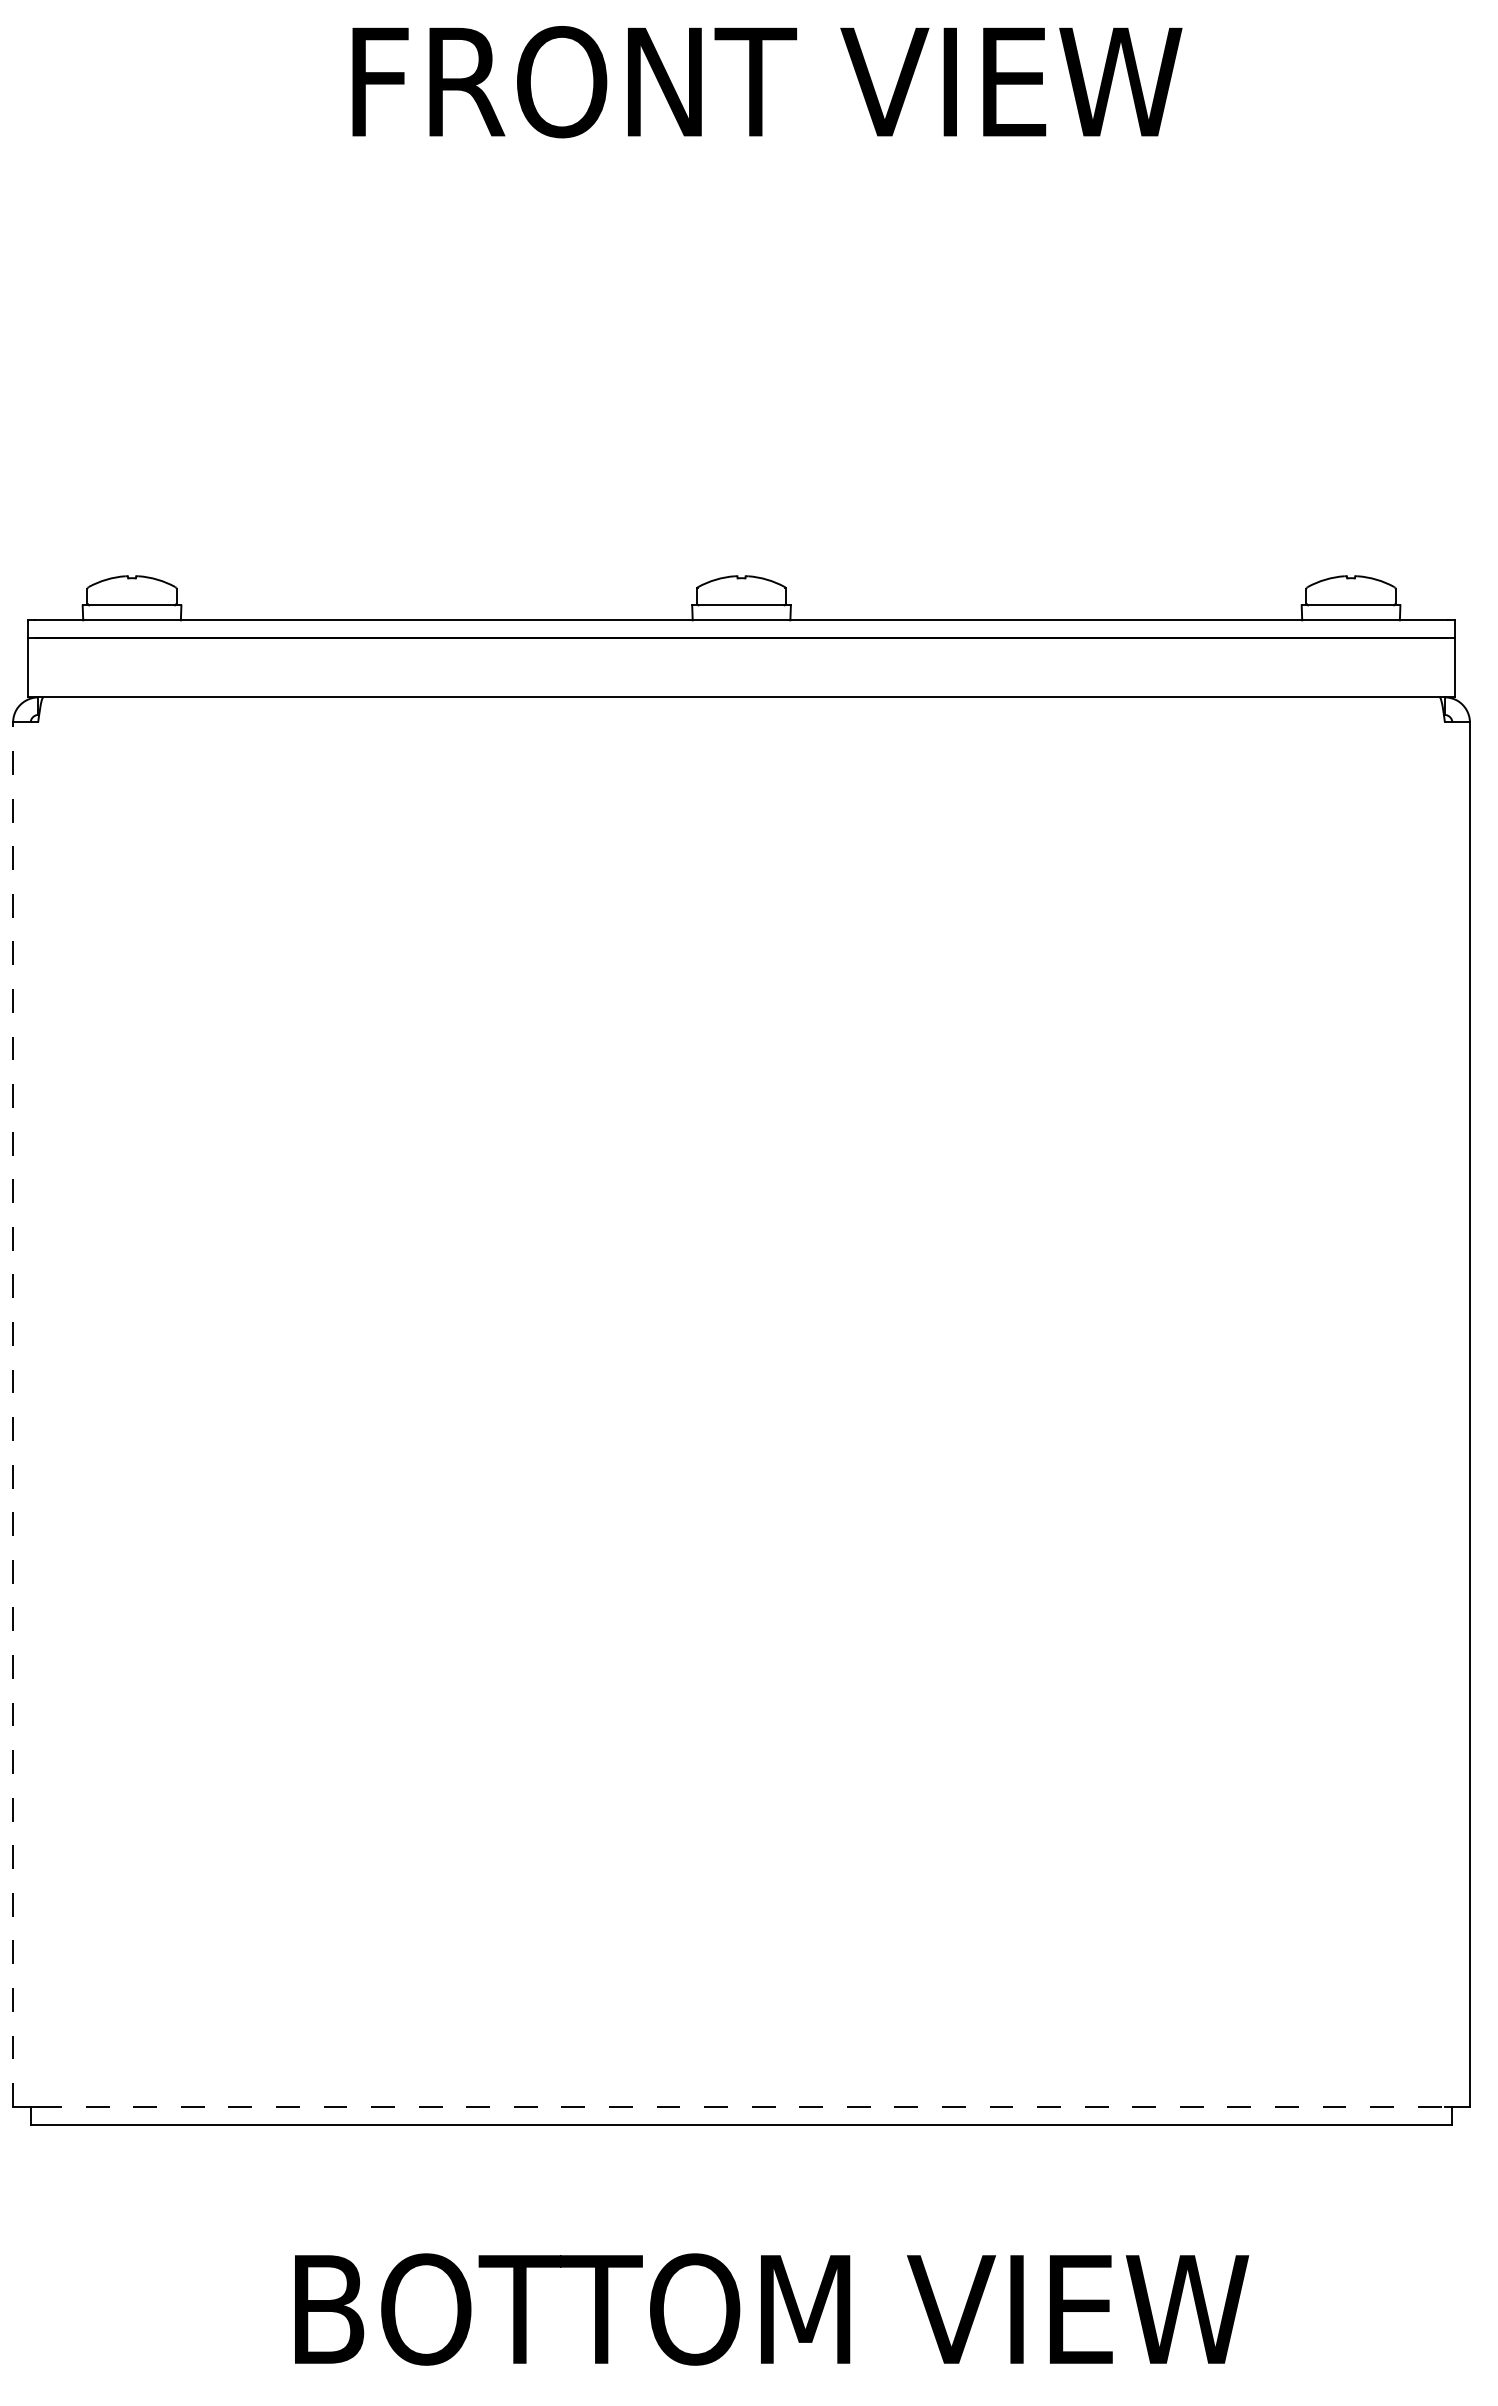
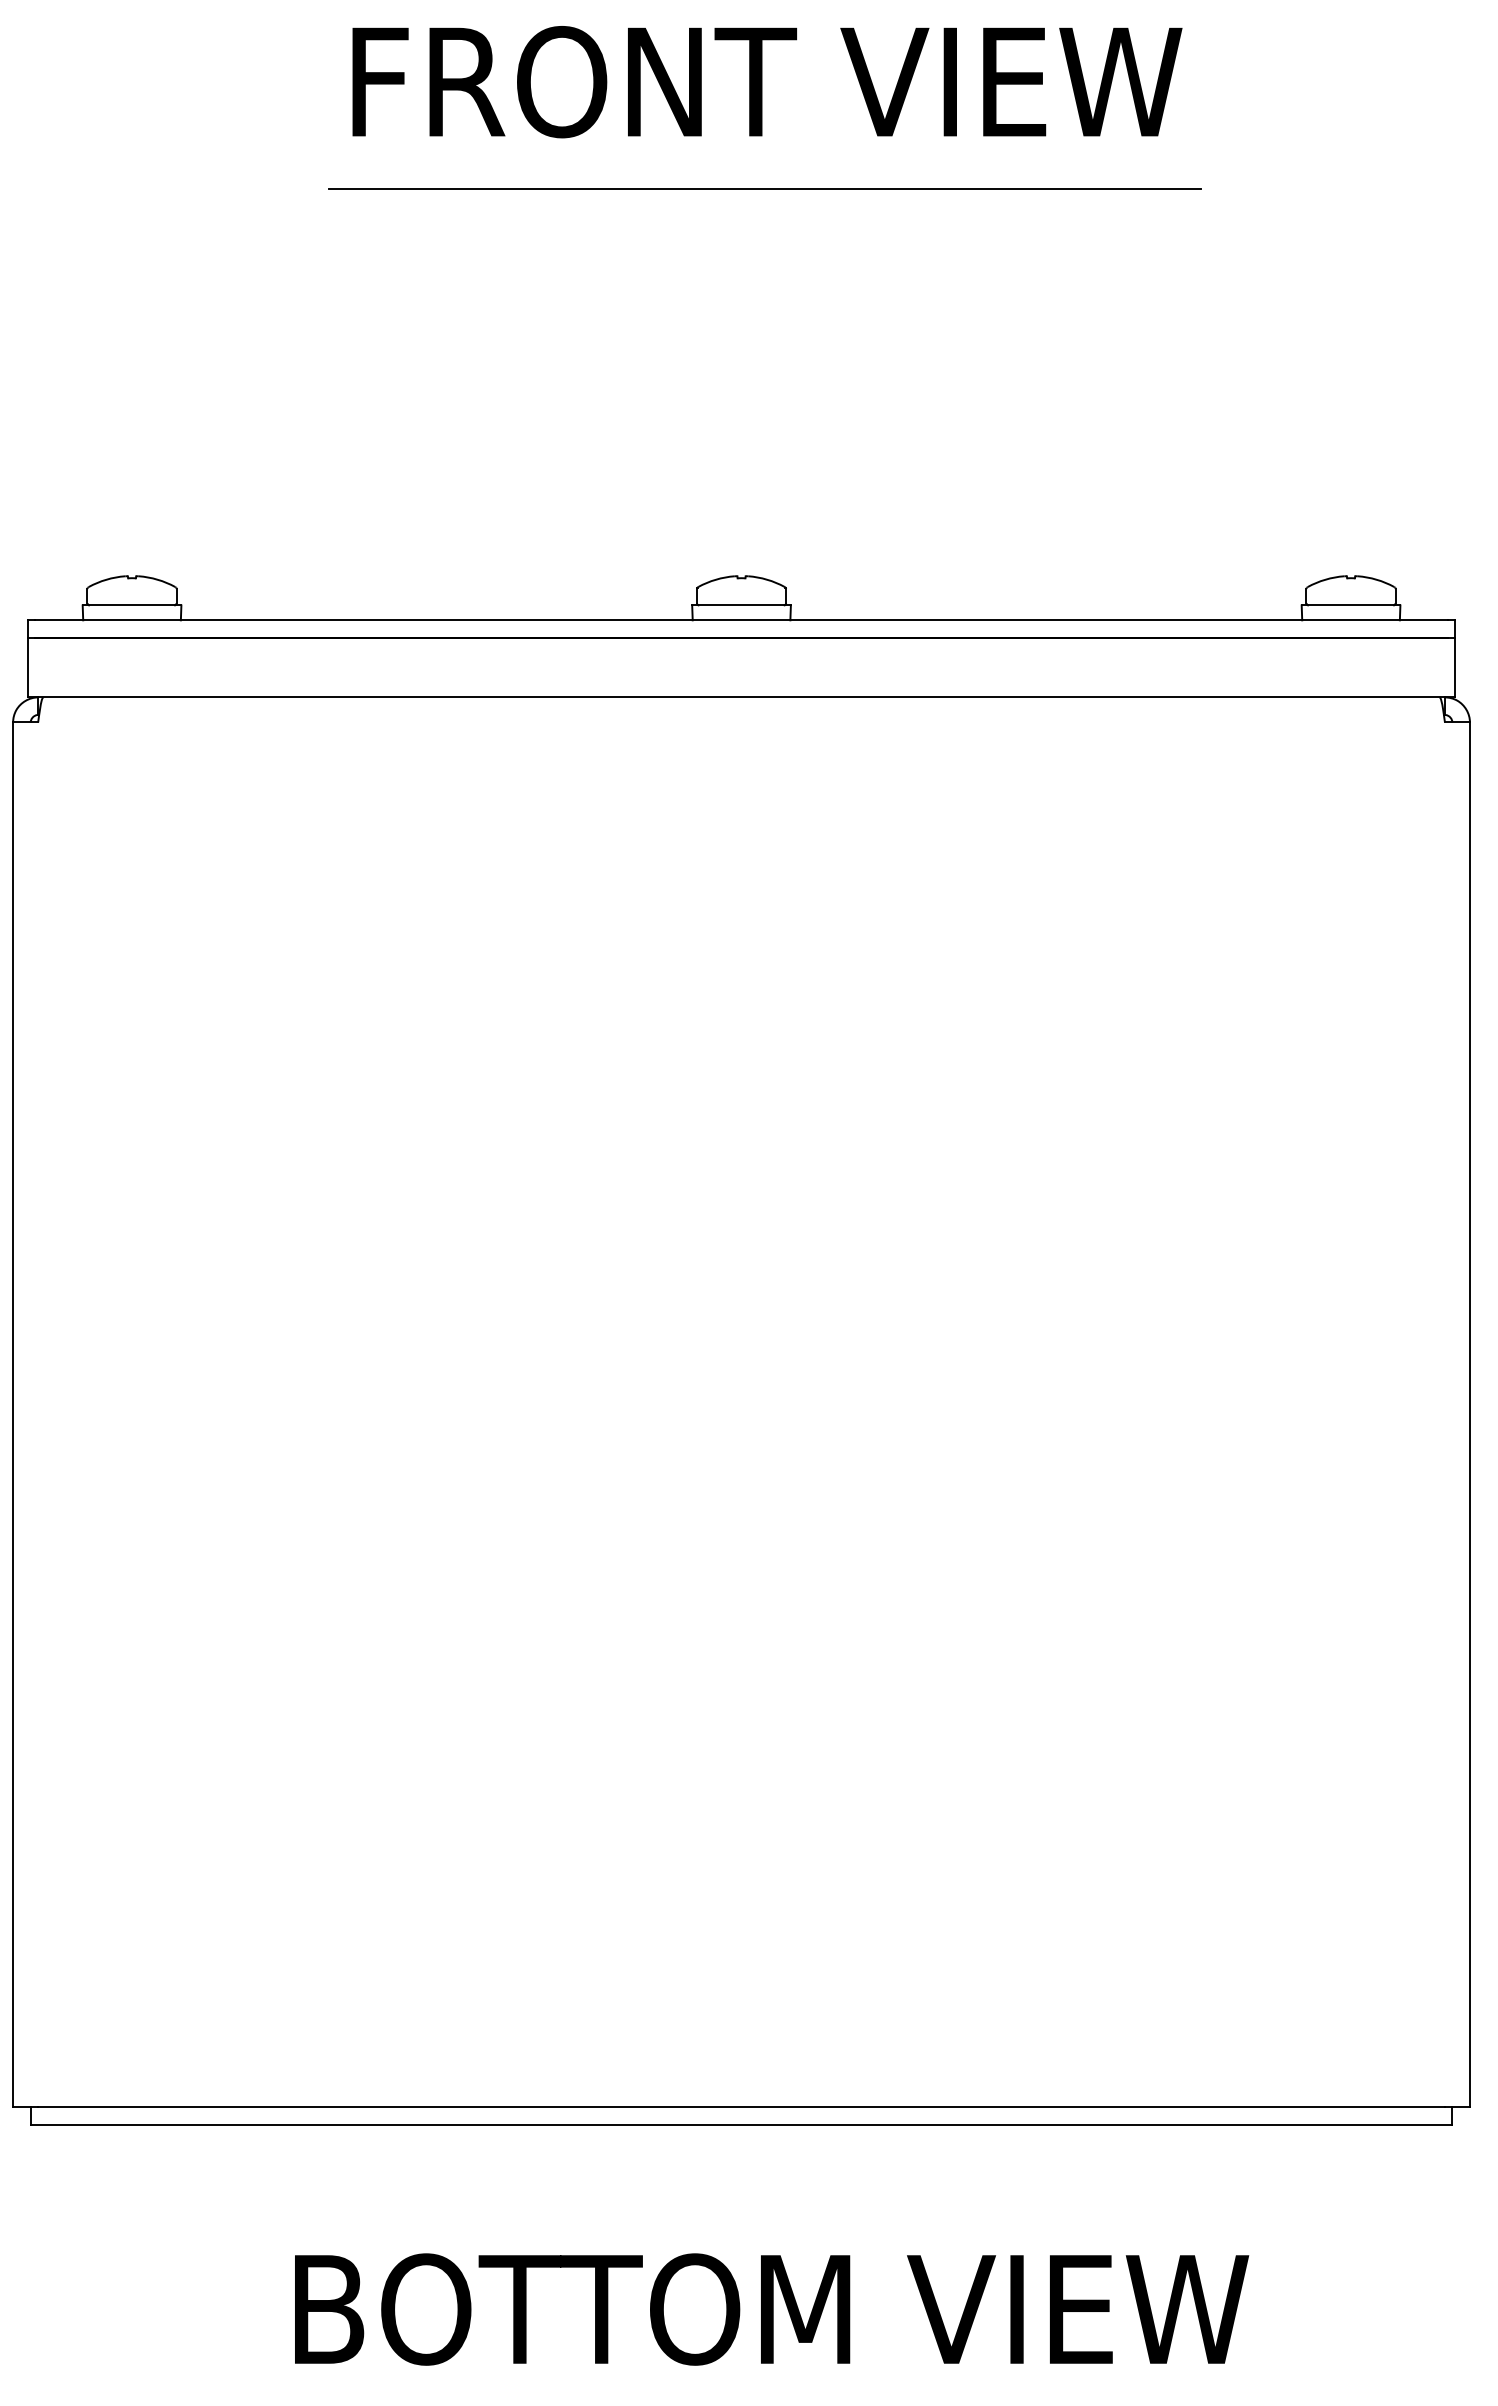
line at (764, 189): none -> present
line at (13, 1414): dashed -> solid
line at (742, 2106): dashed -> solid
